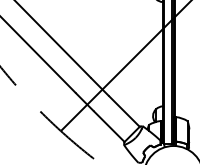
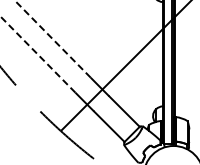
line at (52, 38): solid -> dashed
line at (37, 54): solid -> dashed
